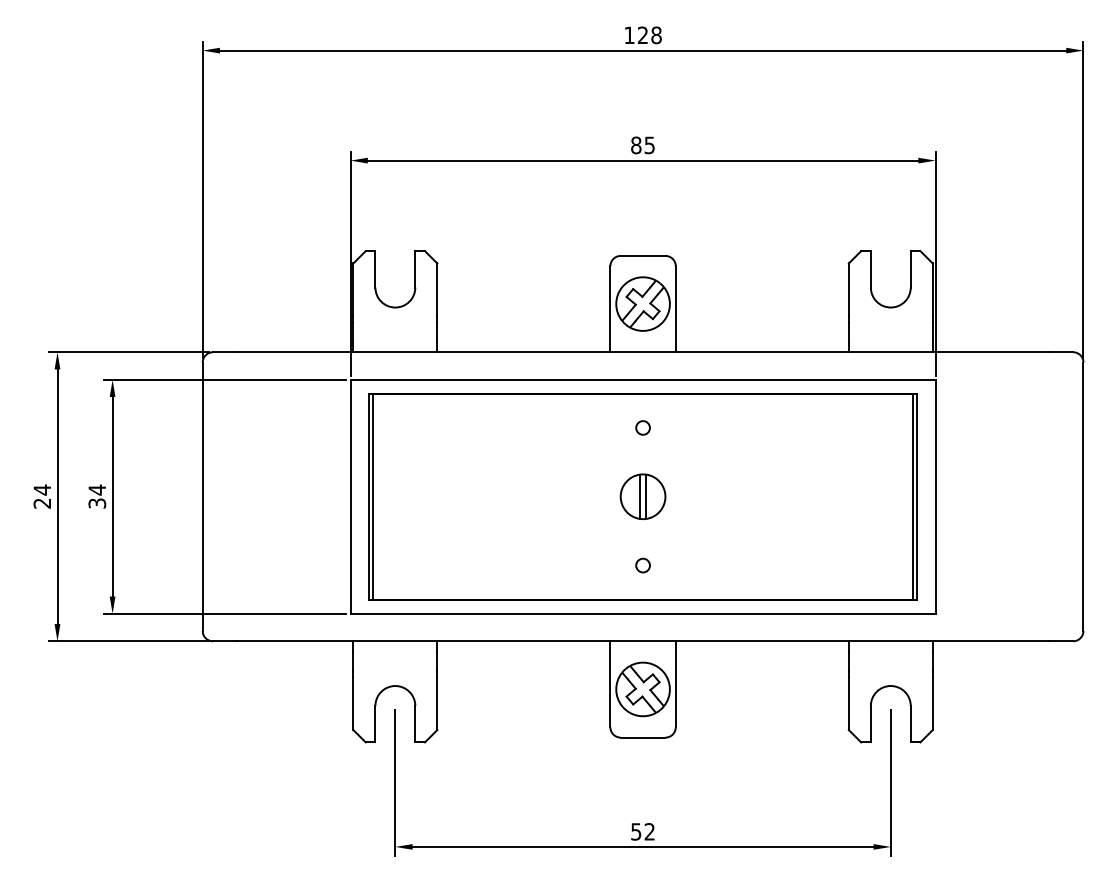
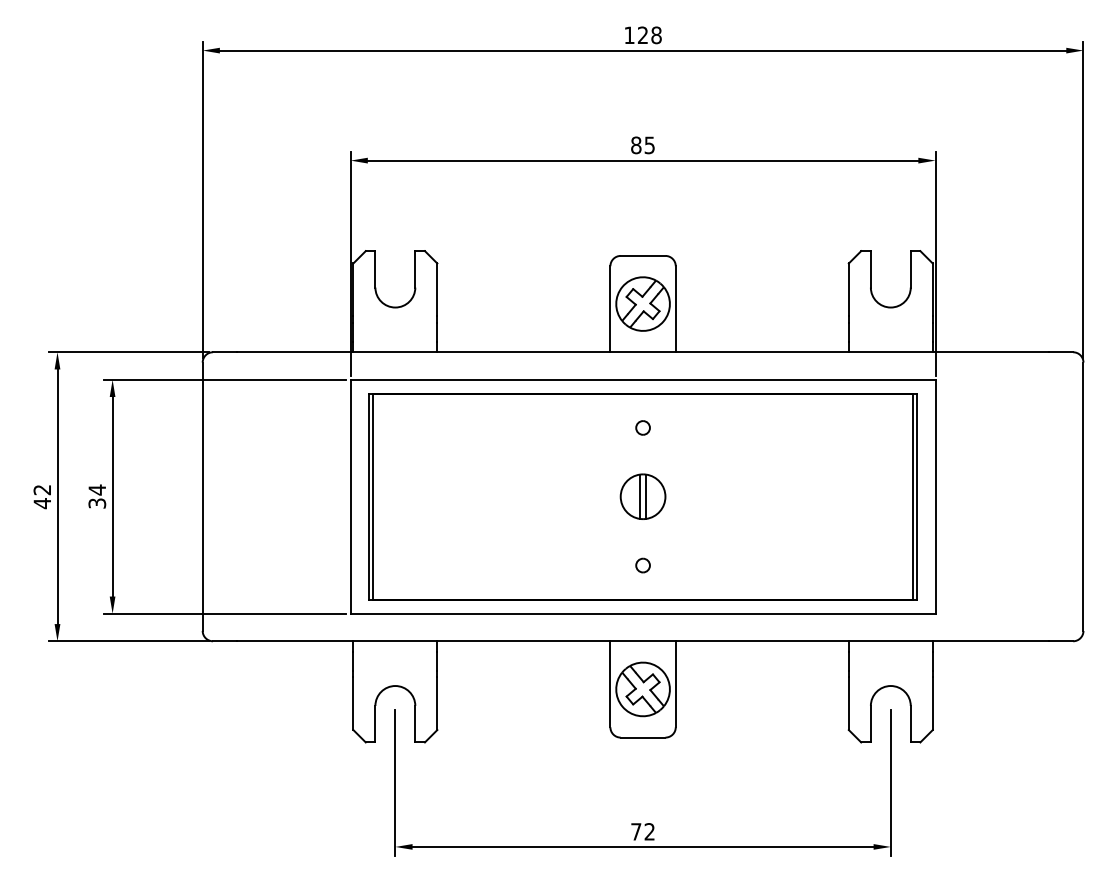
text at (41, 496): 24 -> 42
text at (636, 831): 52 -> 72
